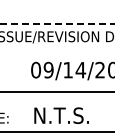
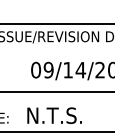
line at (57, 24): dashed -> solid
text at (61, 115) position: (61, 115) -> (54, 115)
